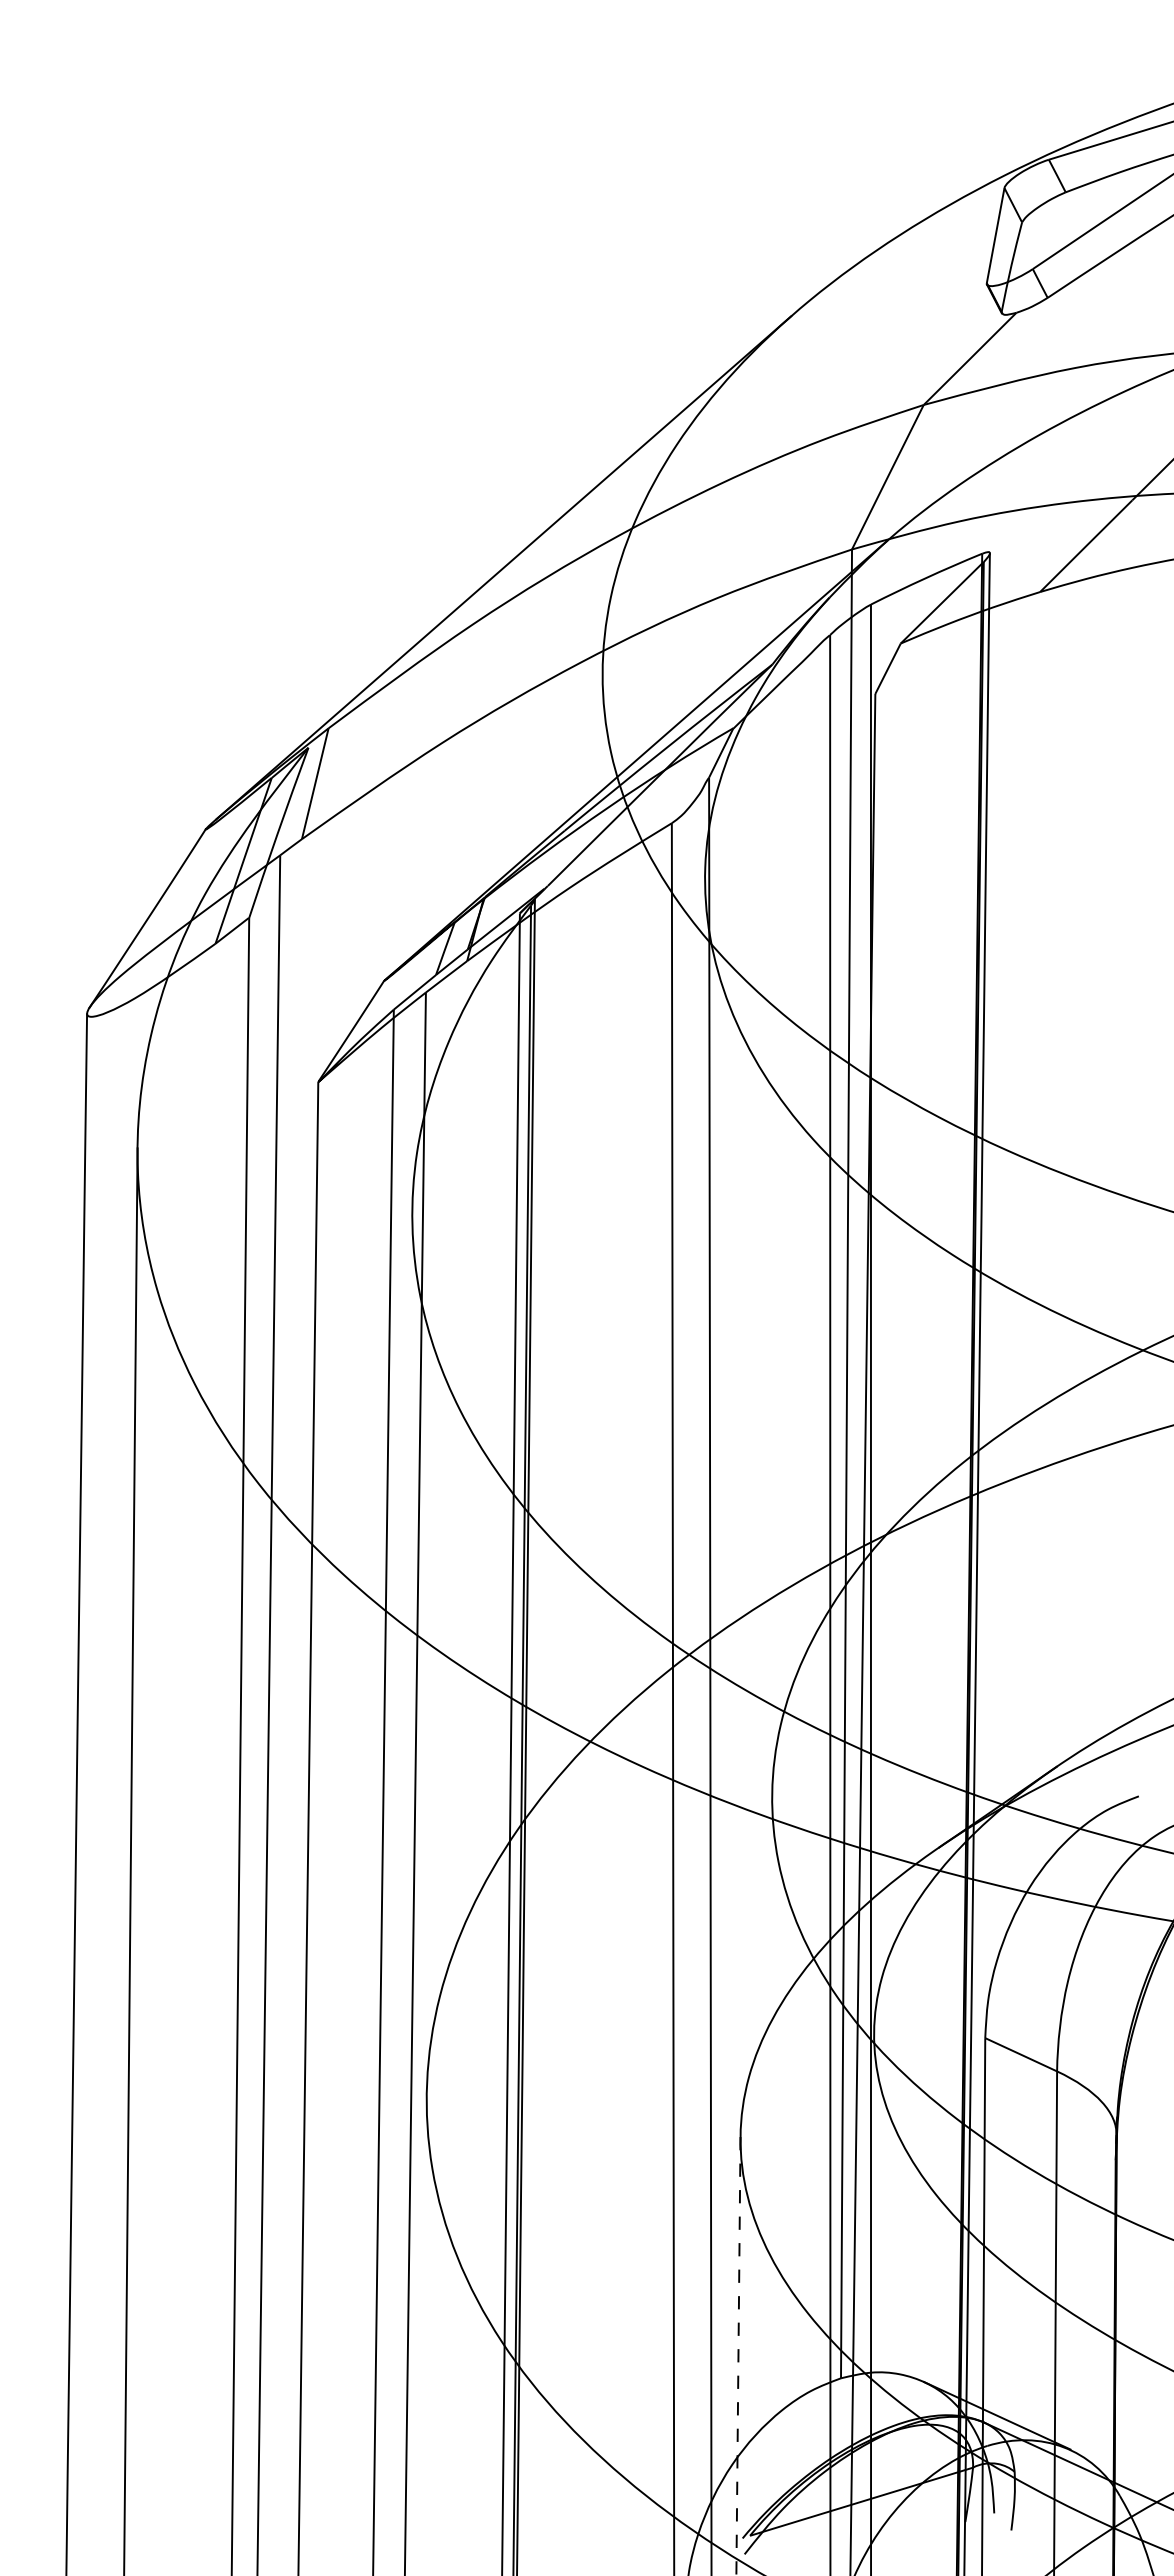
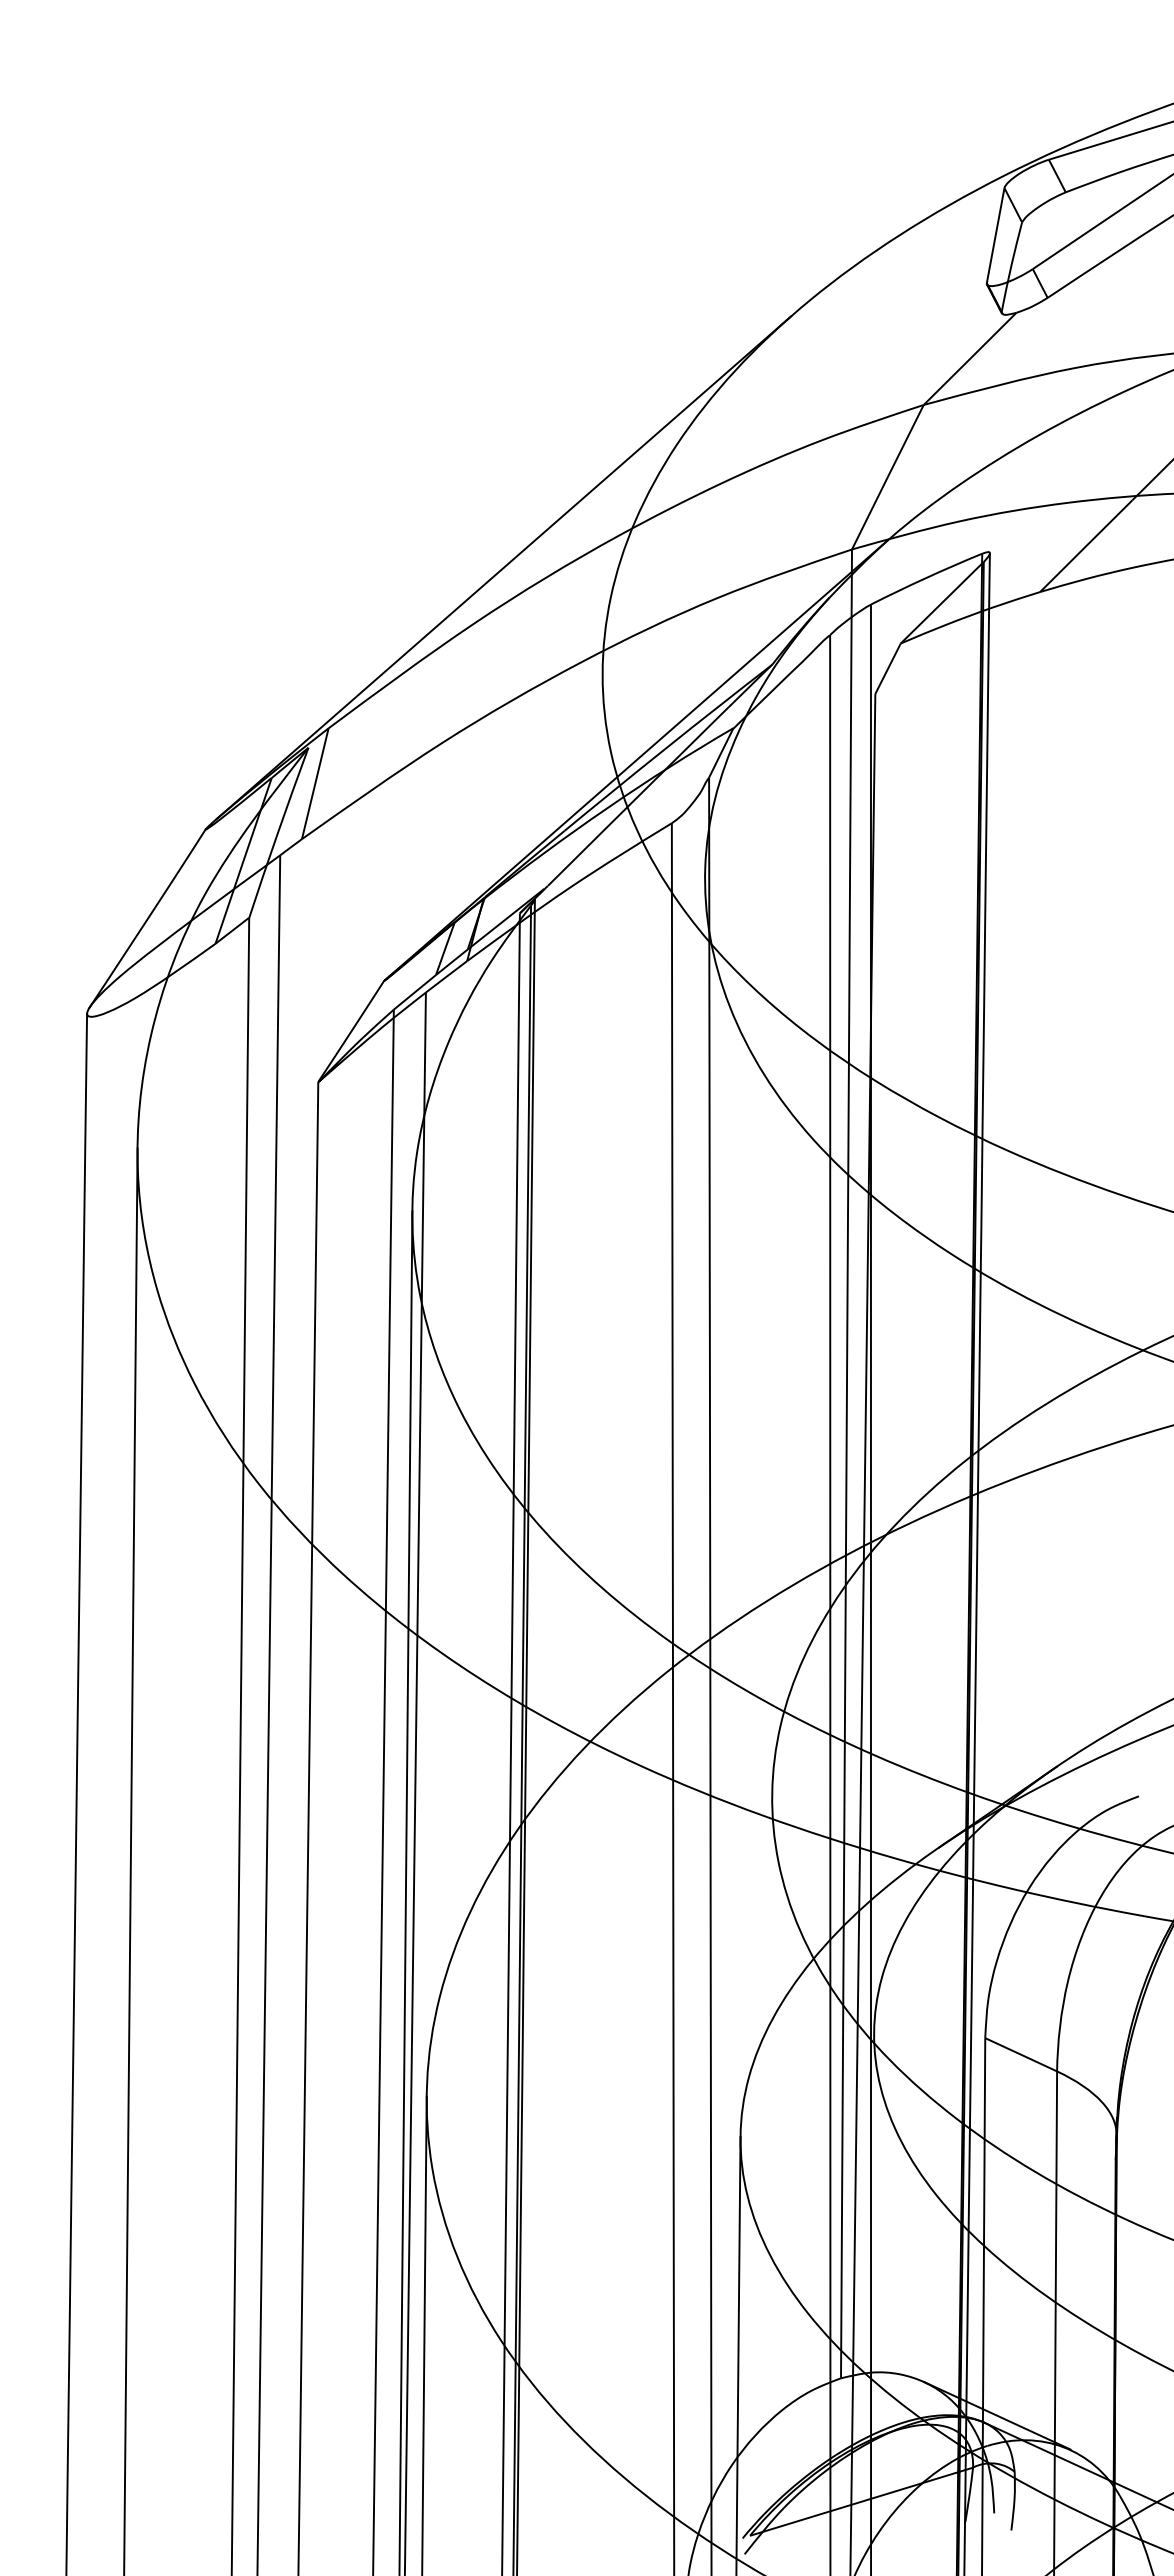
line at (405, 1891): none -> present
line at (424, 2334): none -> present
line at (738, 2357): dashed -> solid
